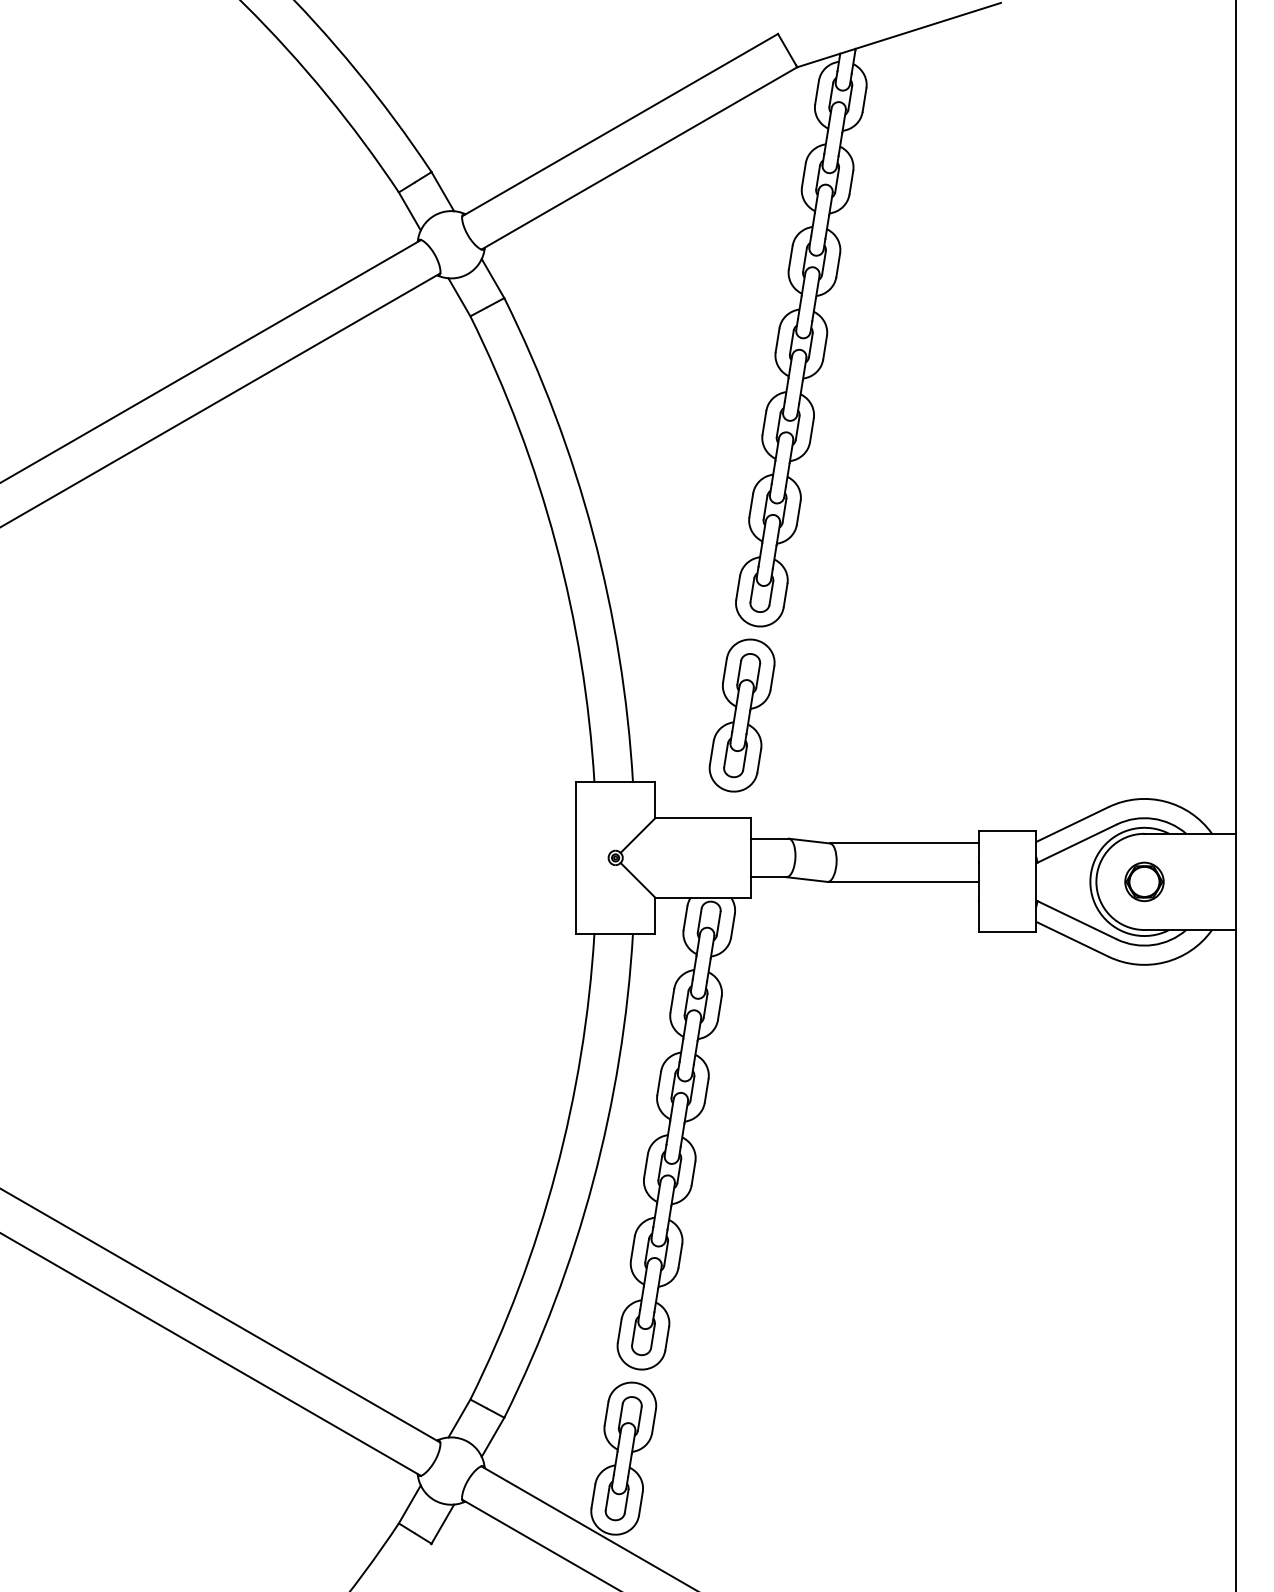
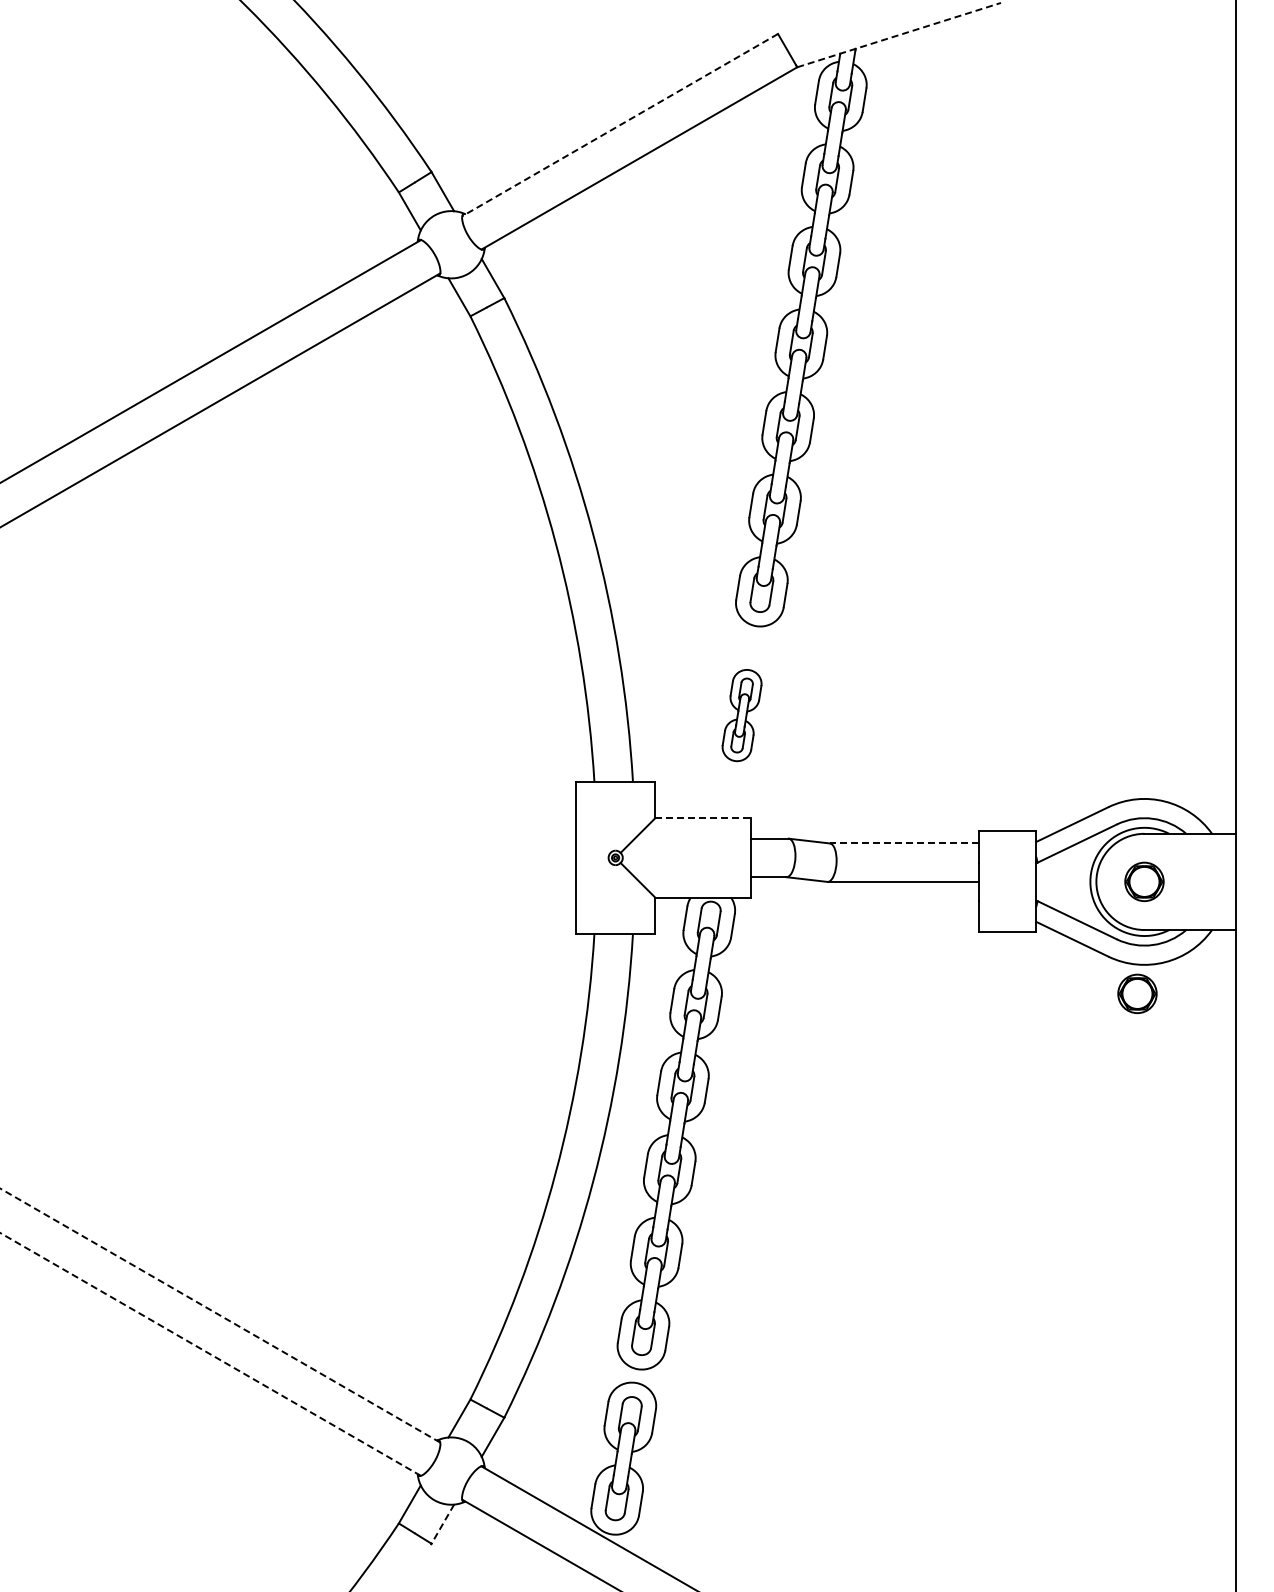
line at (899, 35): solid -> dashed
line at (619, 125): solid -> dashed
part at (741, 715) size: 68x155 px -> 42x94 px
line at (703, 818): solid -> dashed
line at (903, 843): solid -> dashed
part at (1137, 993): none -> present
line at (220, 1315): solid -> dashed
line at (210, 1354): solid -> dashed
line at (442, 1524): solid -> dashed
